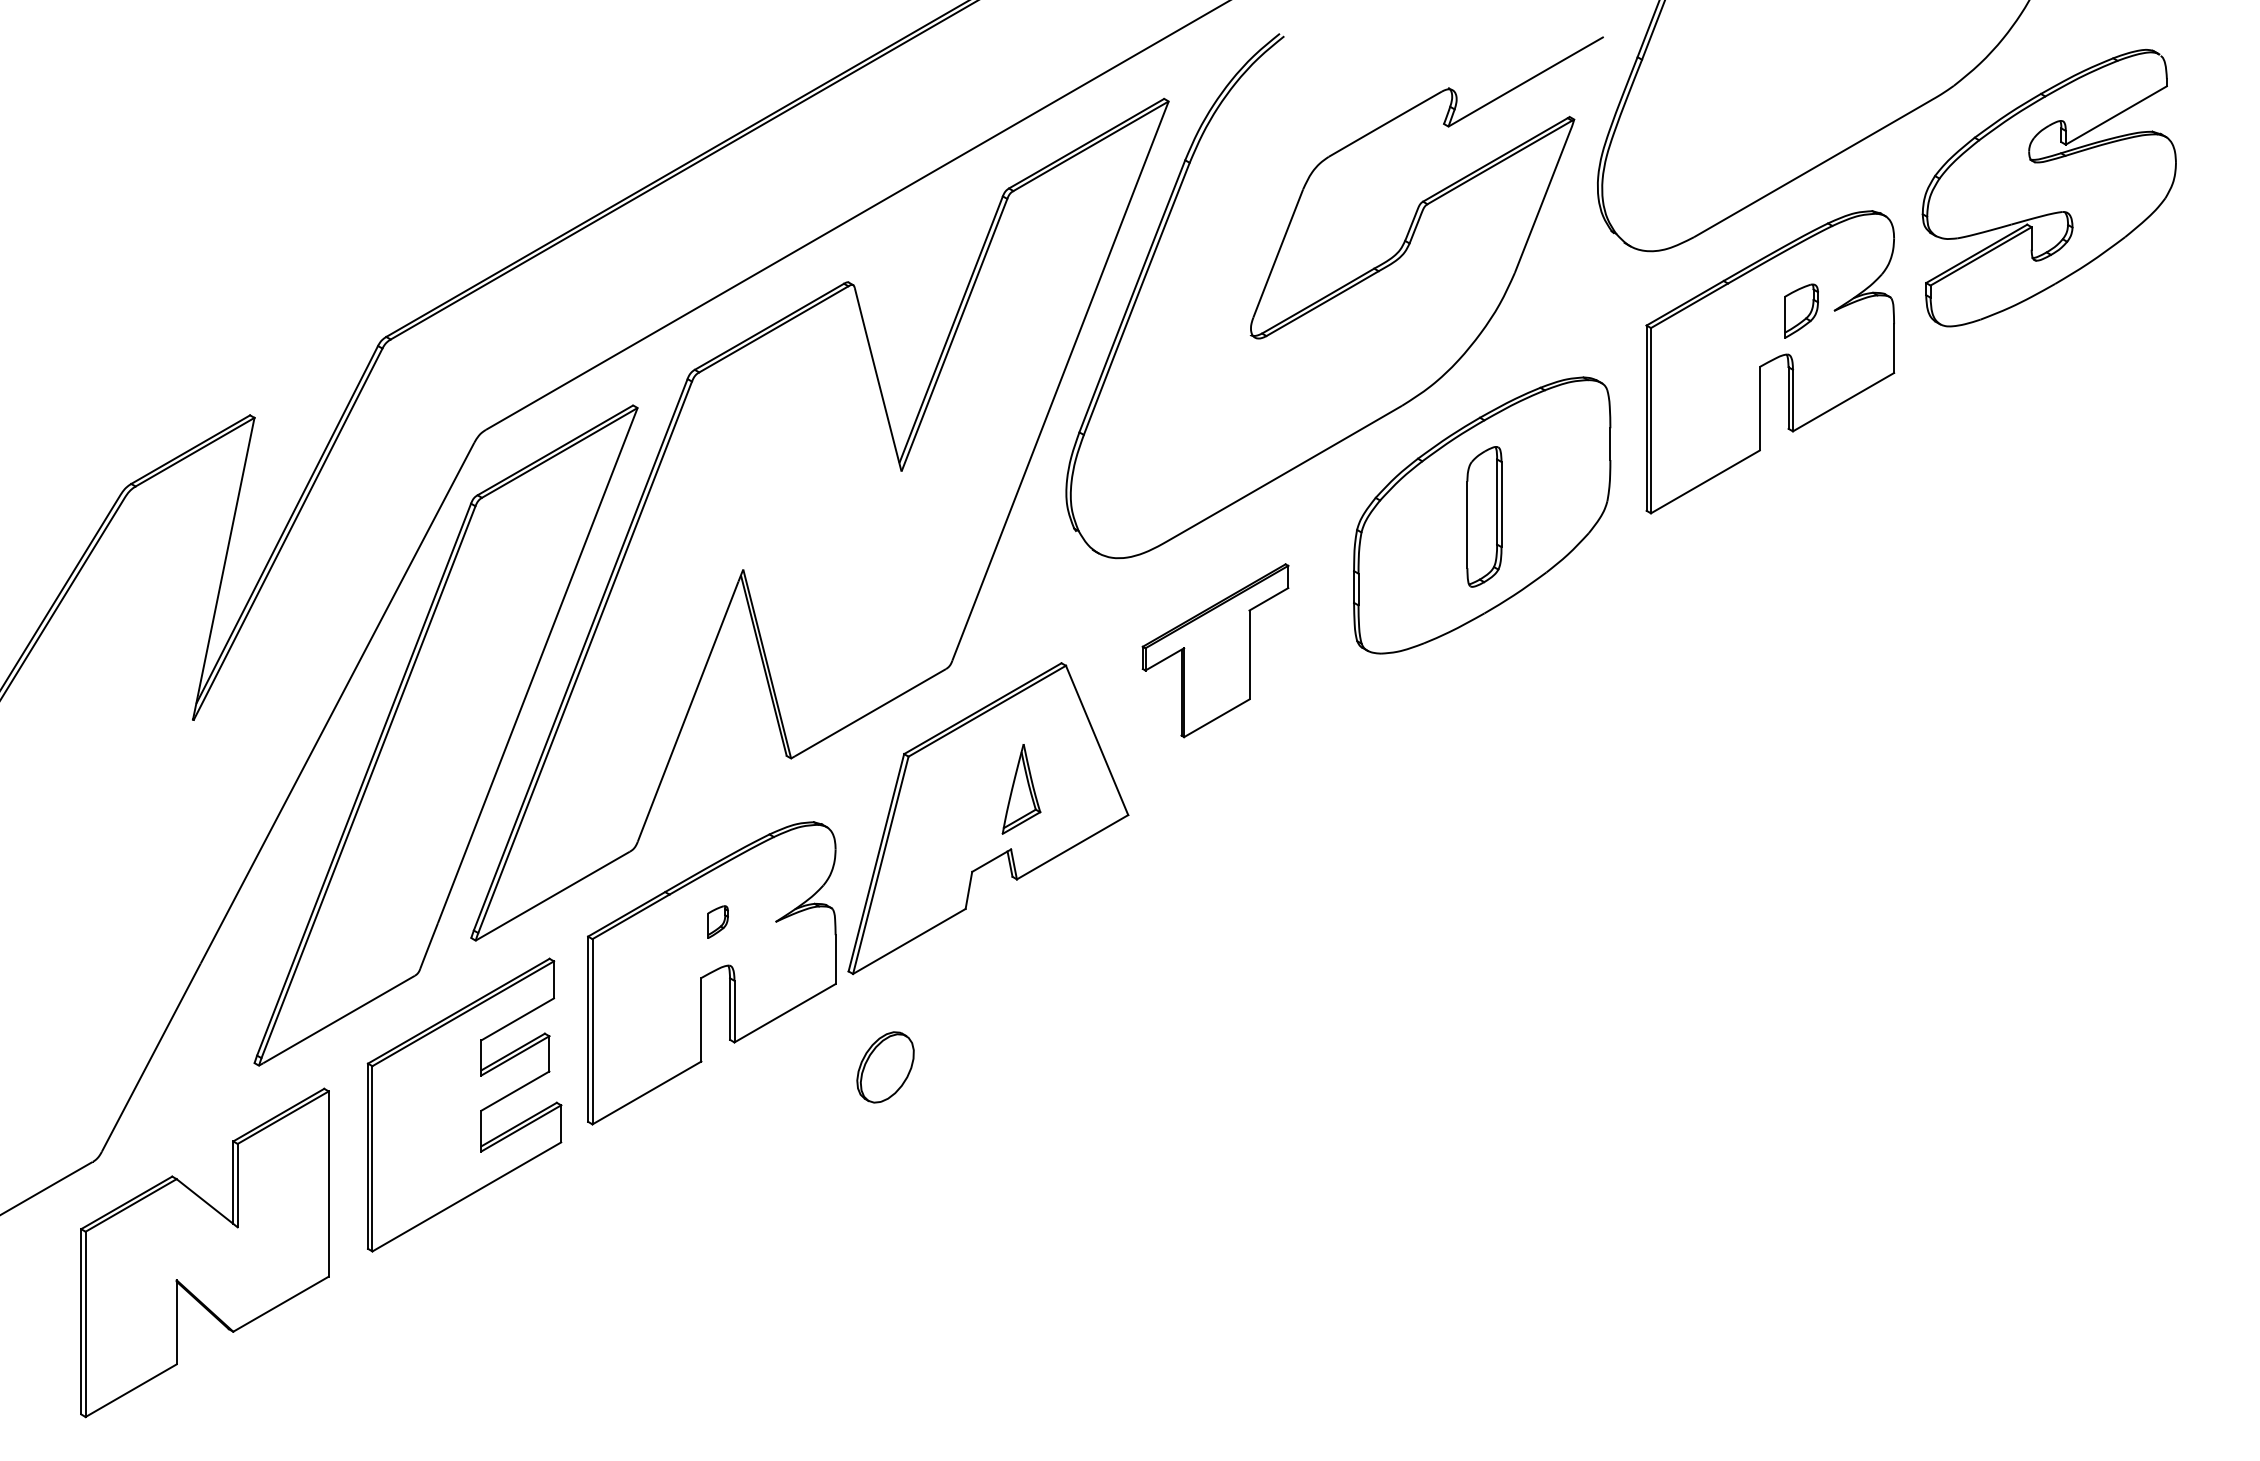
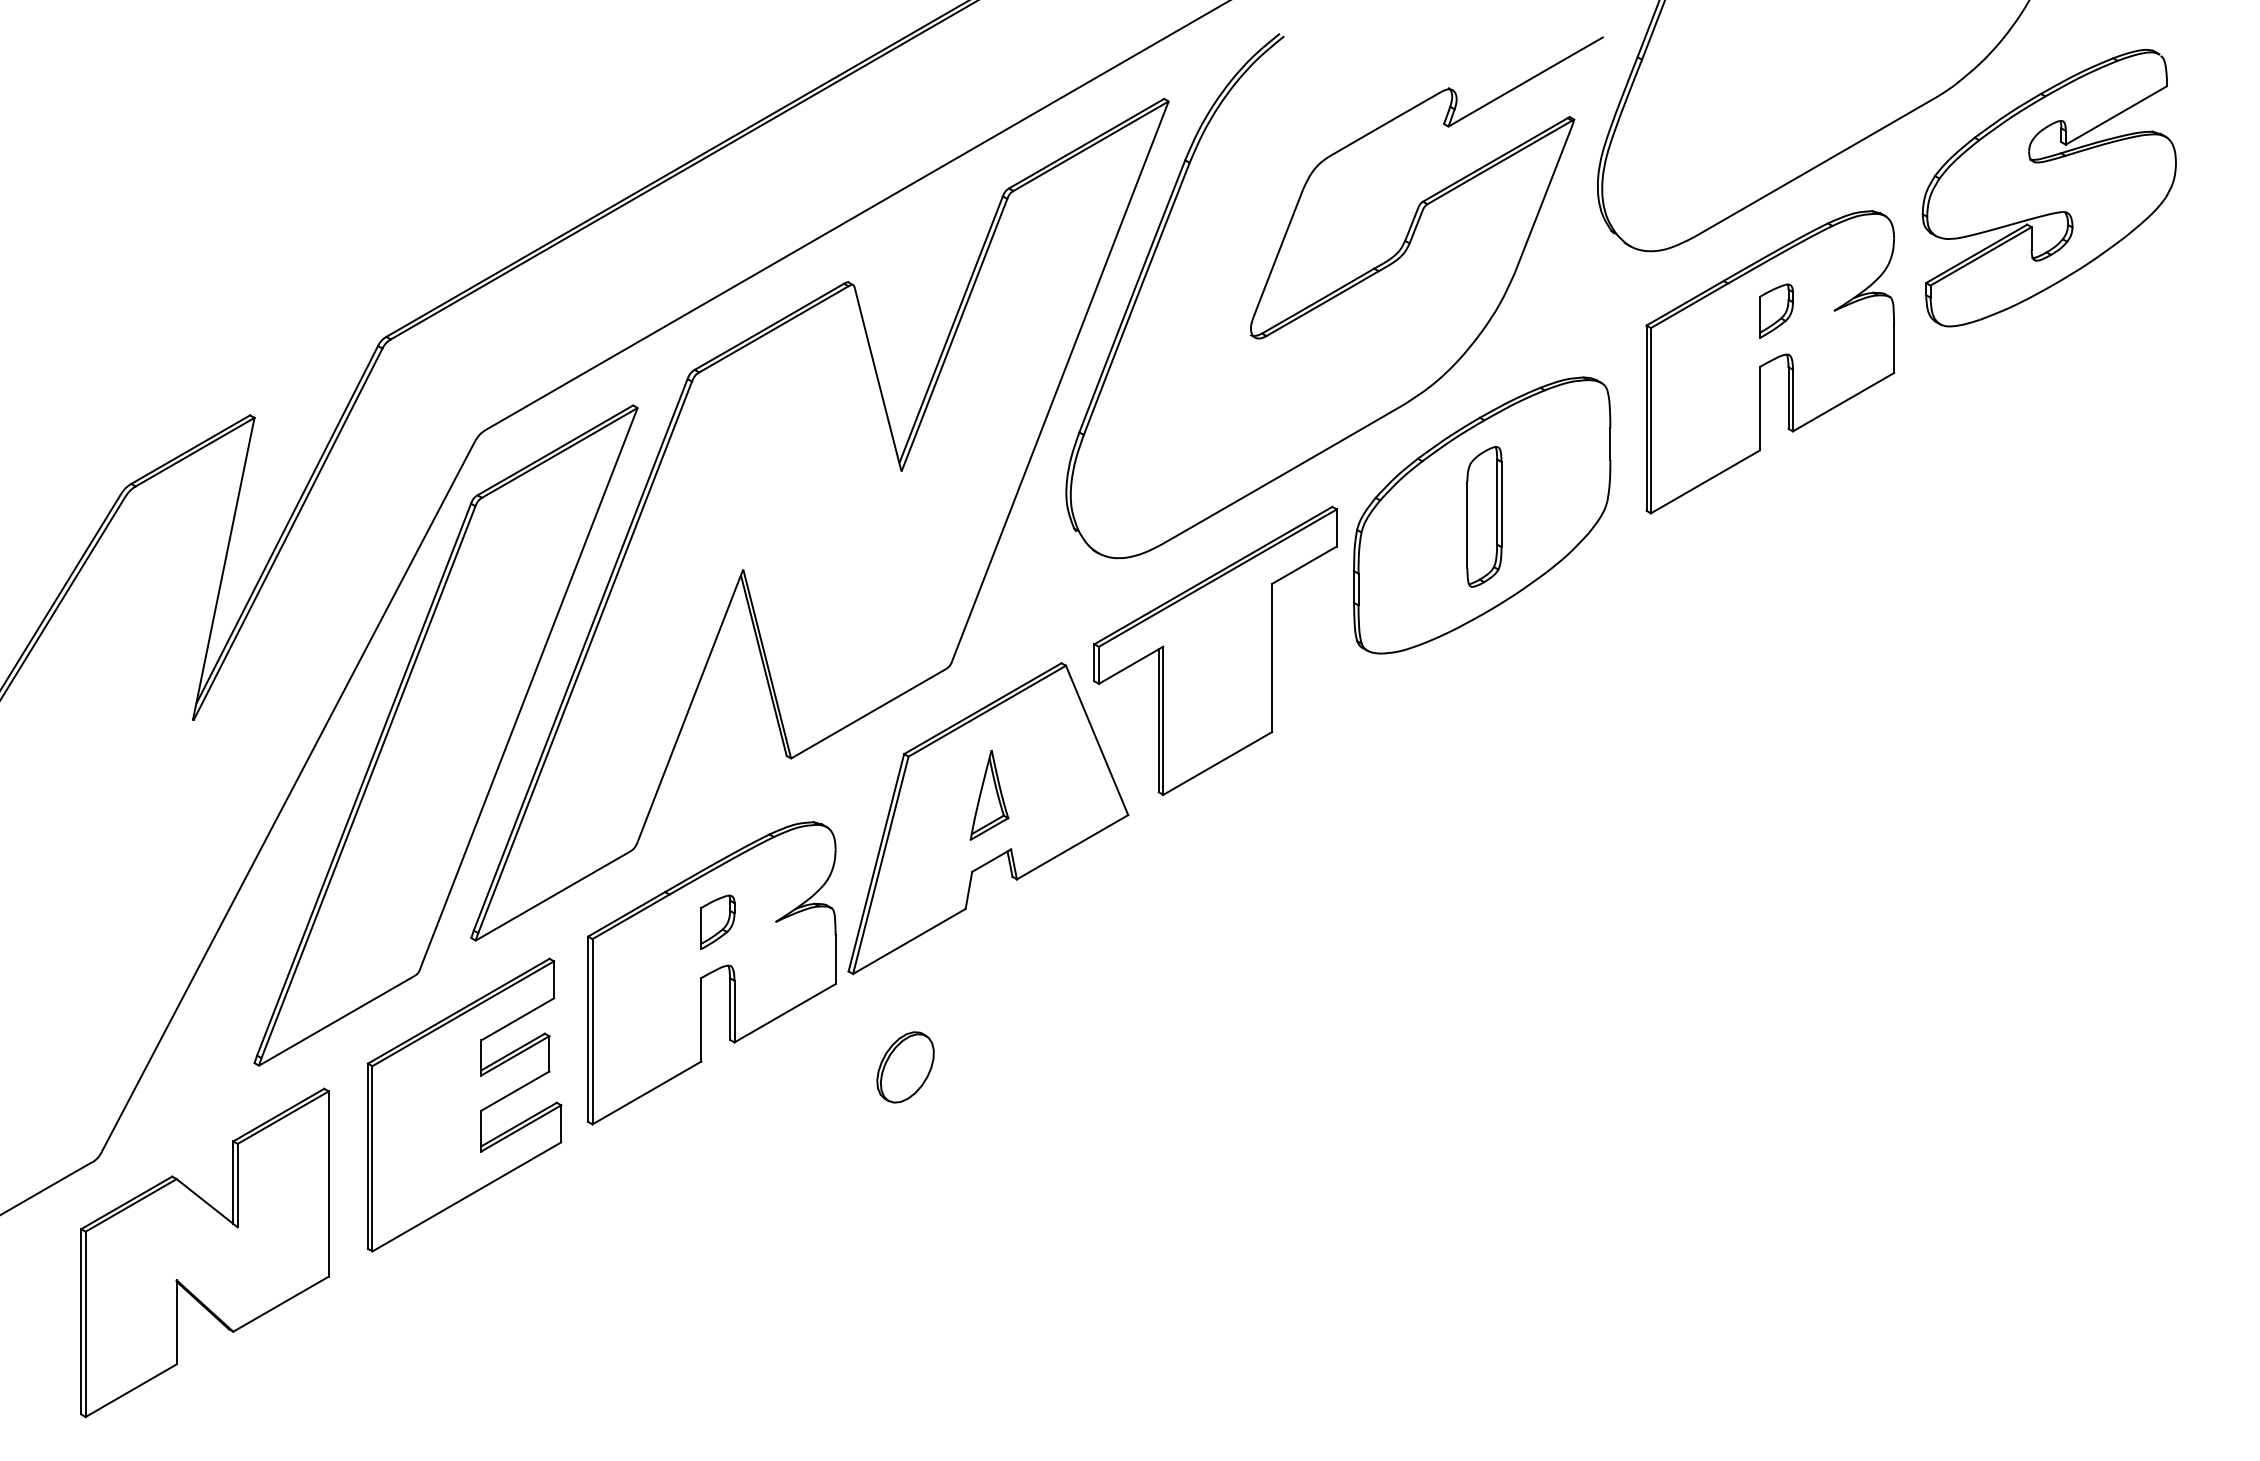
part at (1801, 310) position: (1801, 310) -> (1776, 310)
part at (1215, 650) size: 149x176 px -> 245x291 px
part at (1021, 789) position: (1021, 789) -> (989, 795)
part at (717, 921) size: 22x34 px -> 36x56 px
part at (885, 1067) position: (885, 1067) -> (905, 1067)
